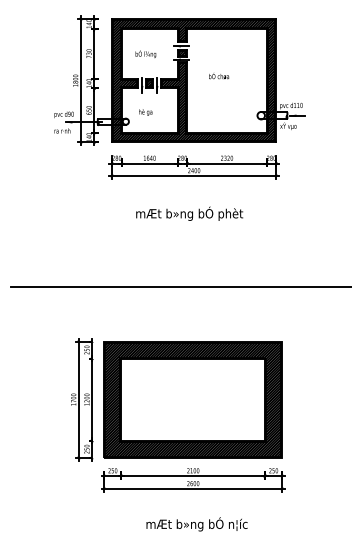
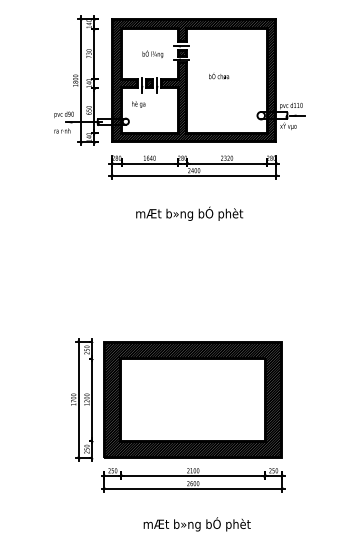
text at (145, 53) position: (145, 53) -> (152, 53)
text at (145, 112) position: (145, 112) -> (138, 104)
line at (179, 287): present -> none
text at (196, 524): mÆt b»ng bÓ n¦íc -> mÆt b»ng bÓ phèt
